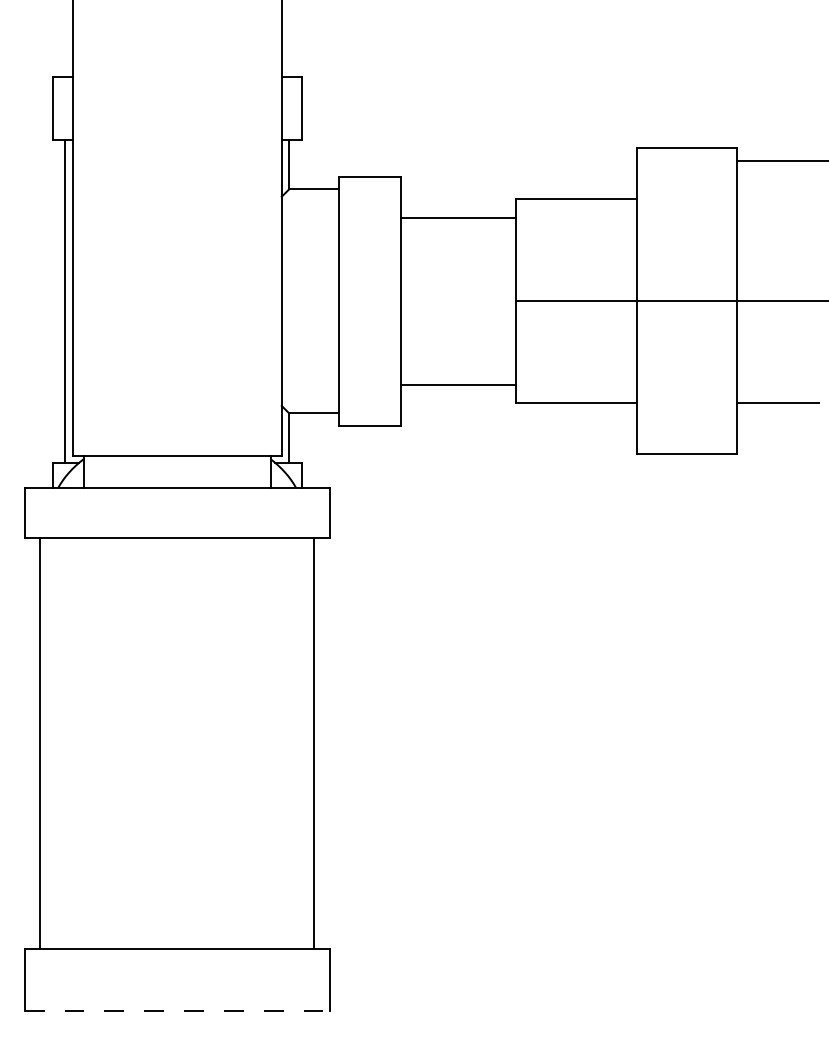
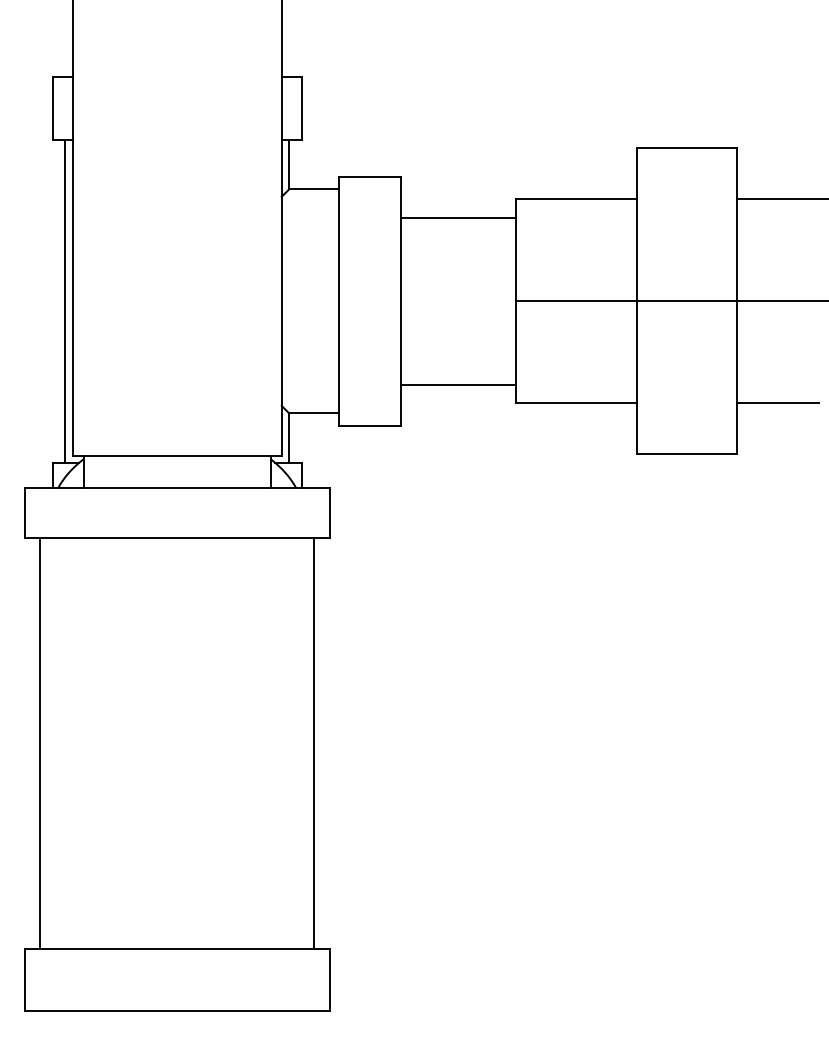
line at (780, 161) position: (780, 161) -> (780, 199)
line at (177, 1010): dashed -> solid
